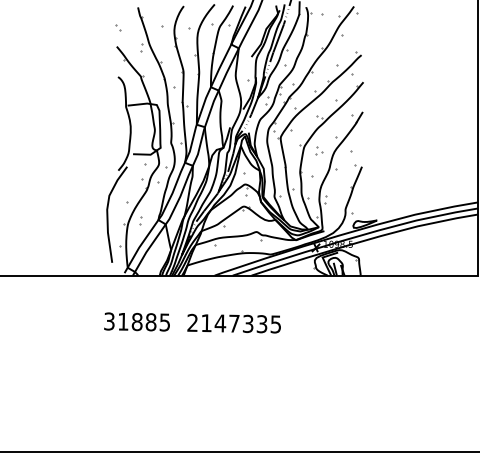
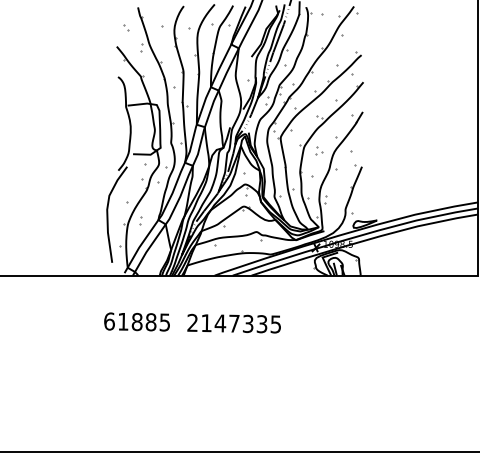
part at (118, 27) position: (118, 27) -> (126, 27)
text at (109, 321): 31885 -> 61885
